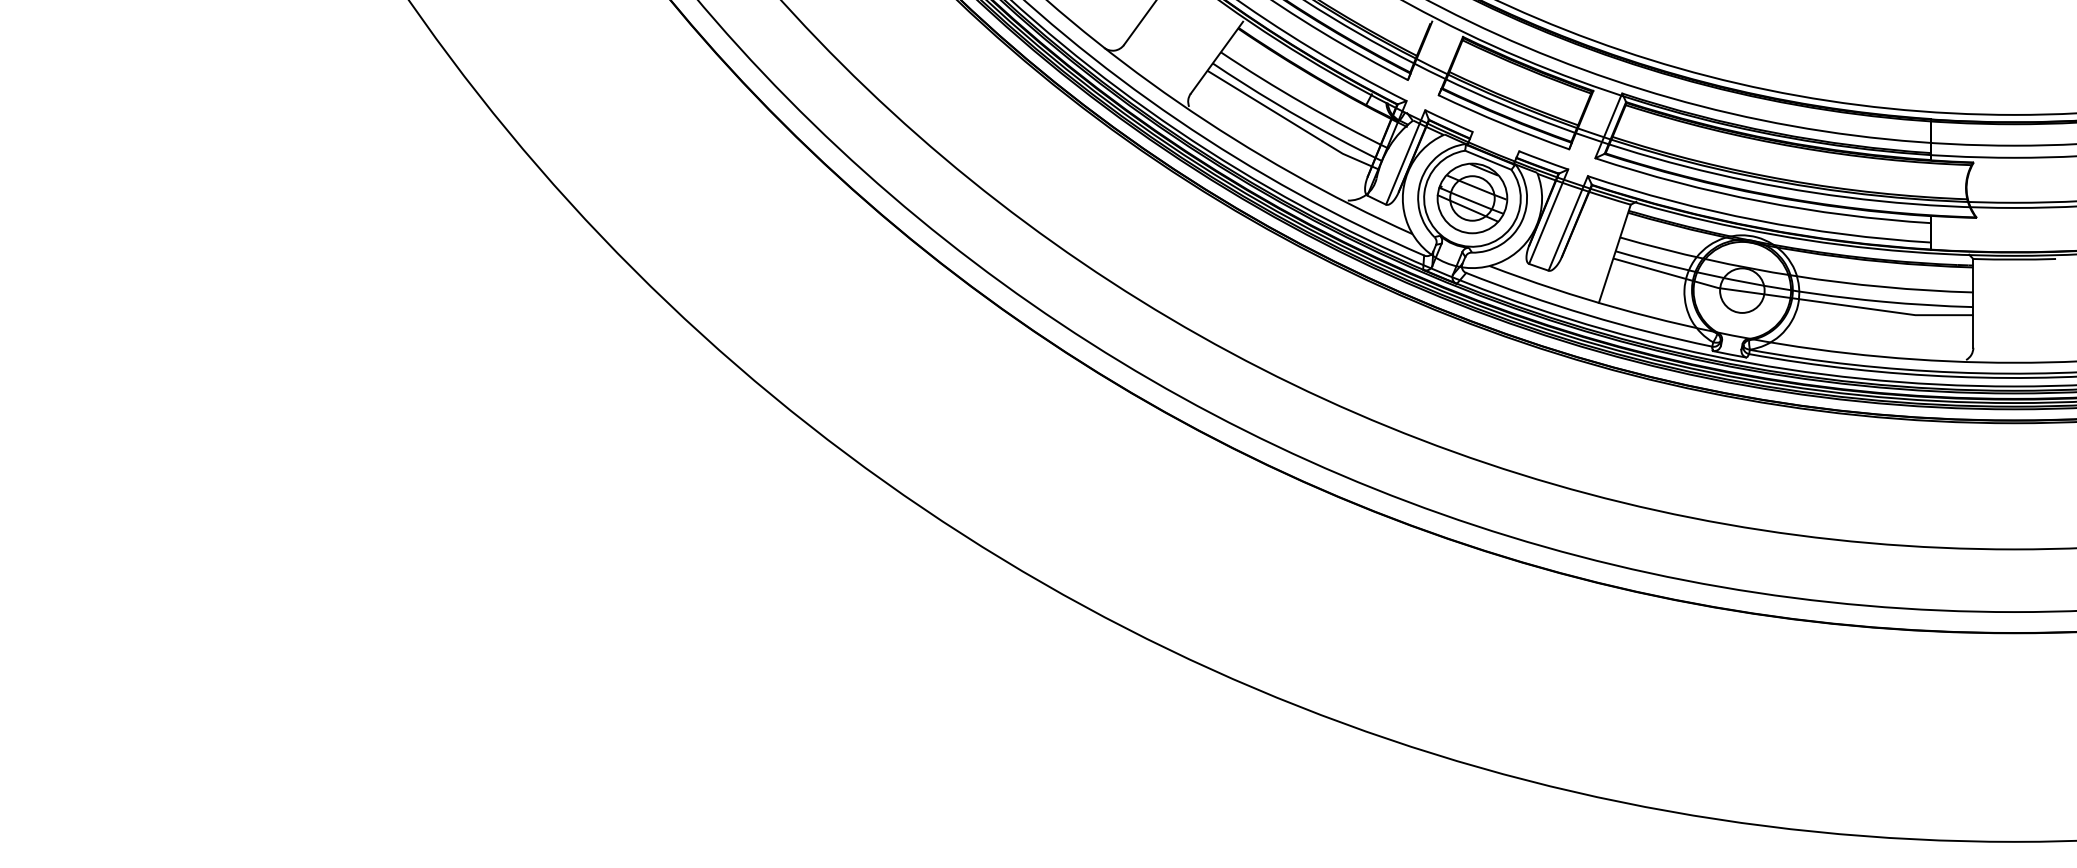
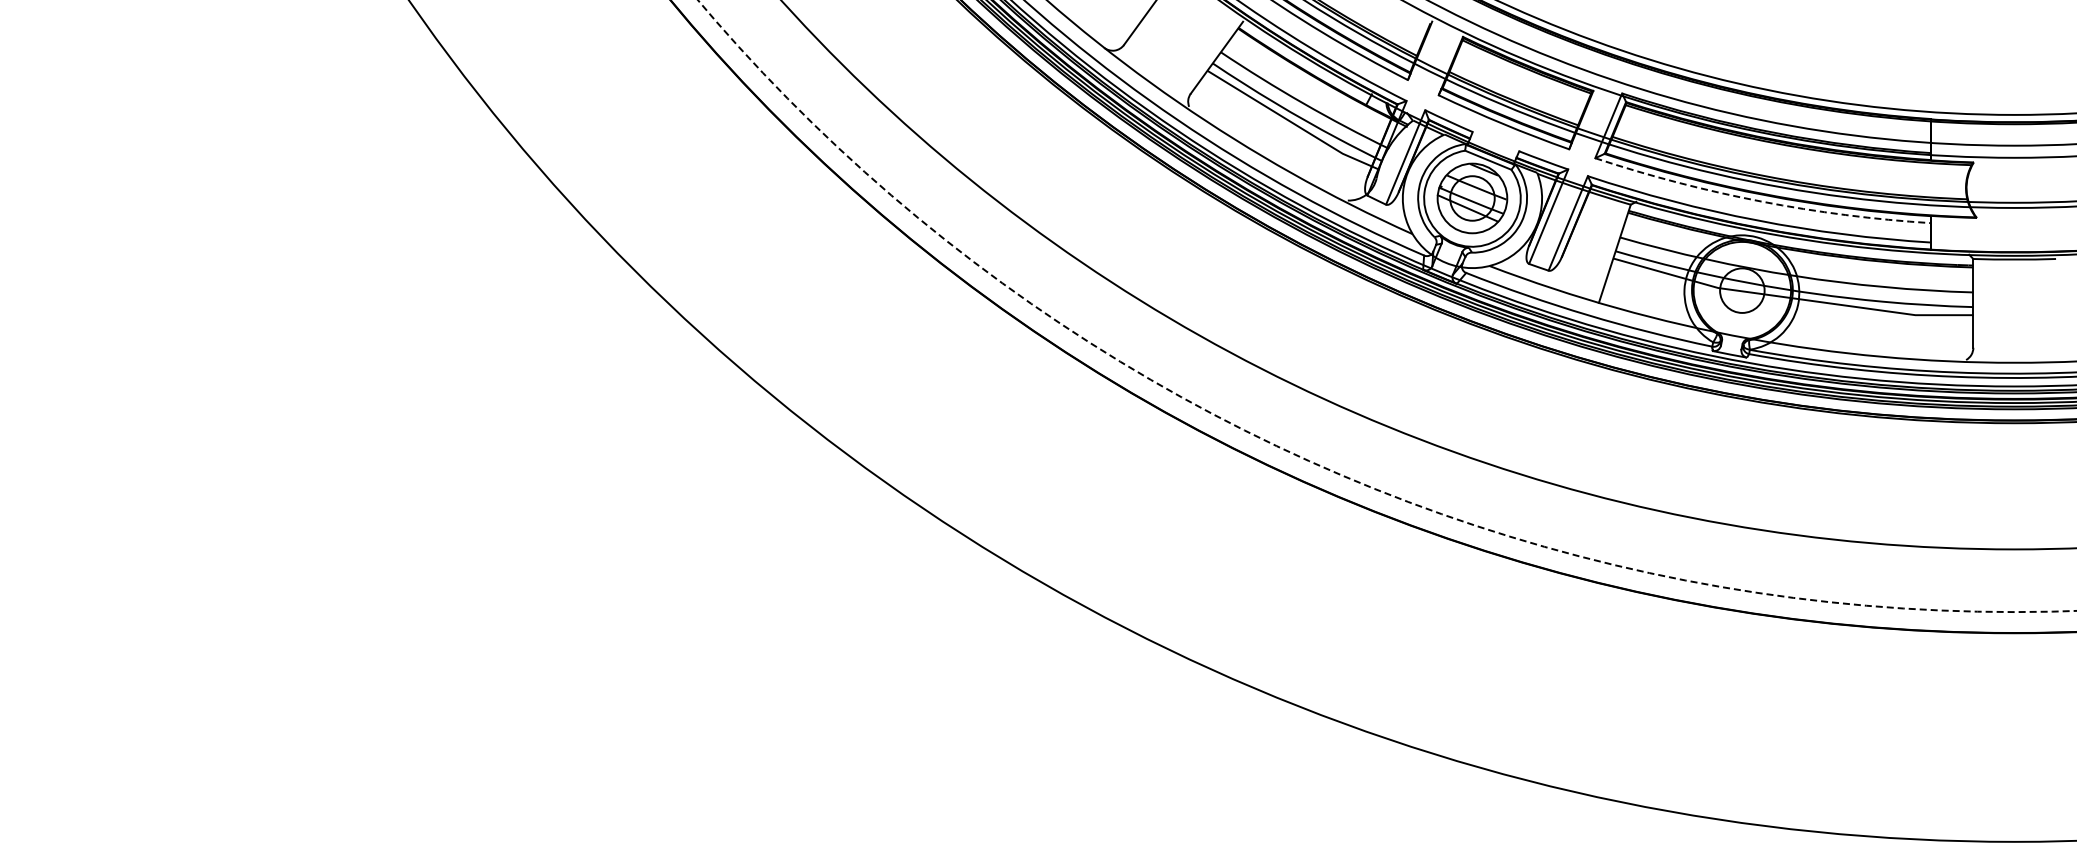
arc at (1761, 201): solid -> dashed
arc at (1316, 464): solid -> dashed
